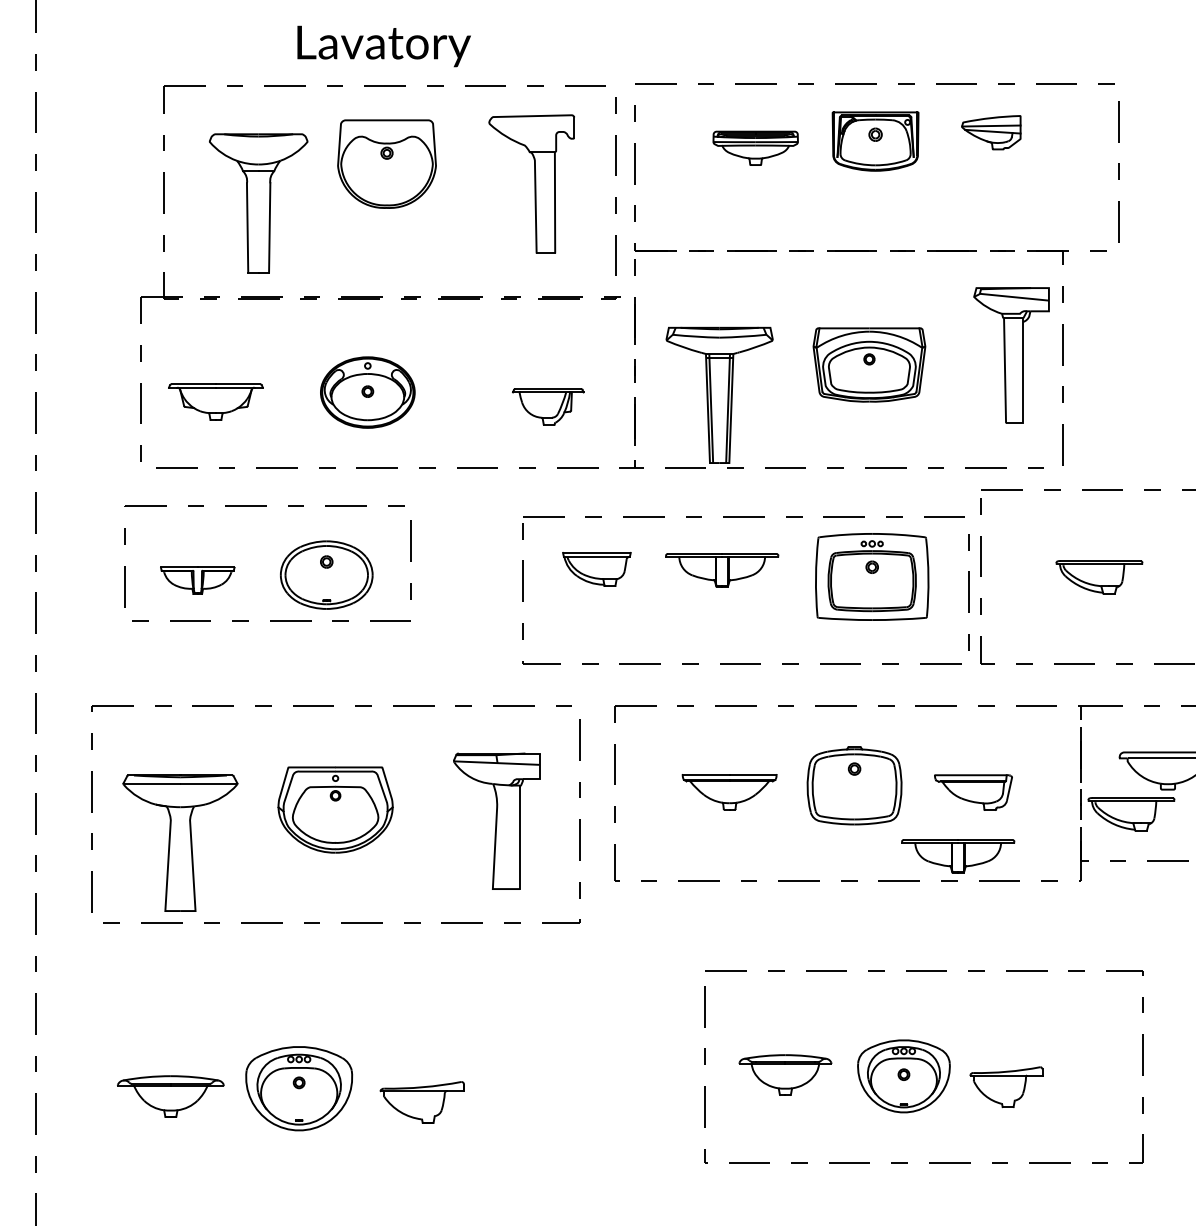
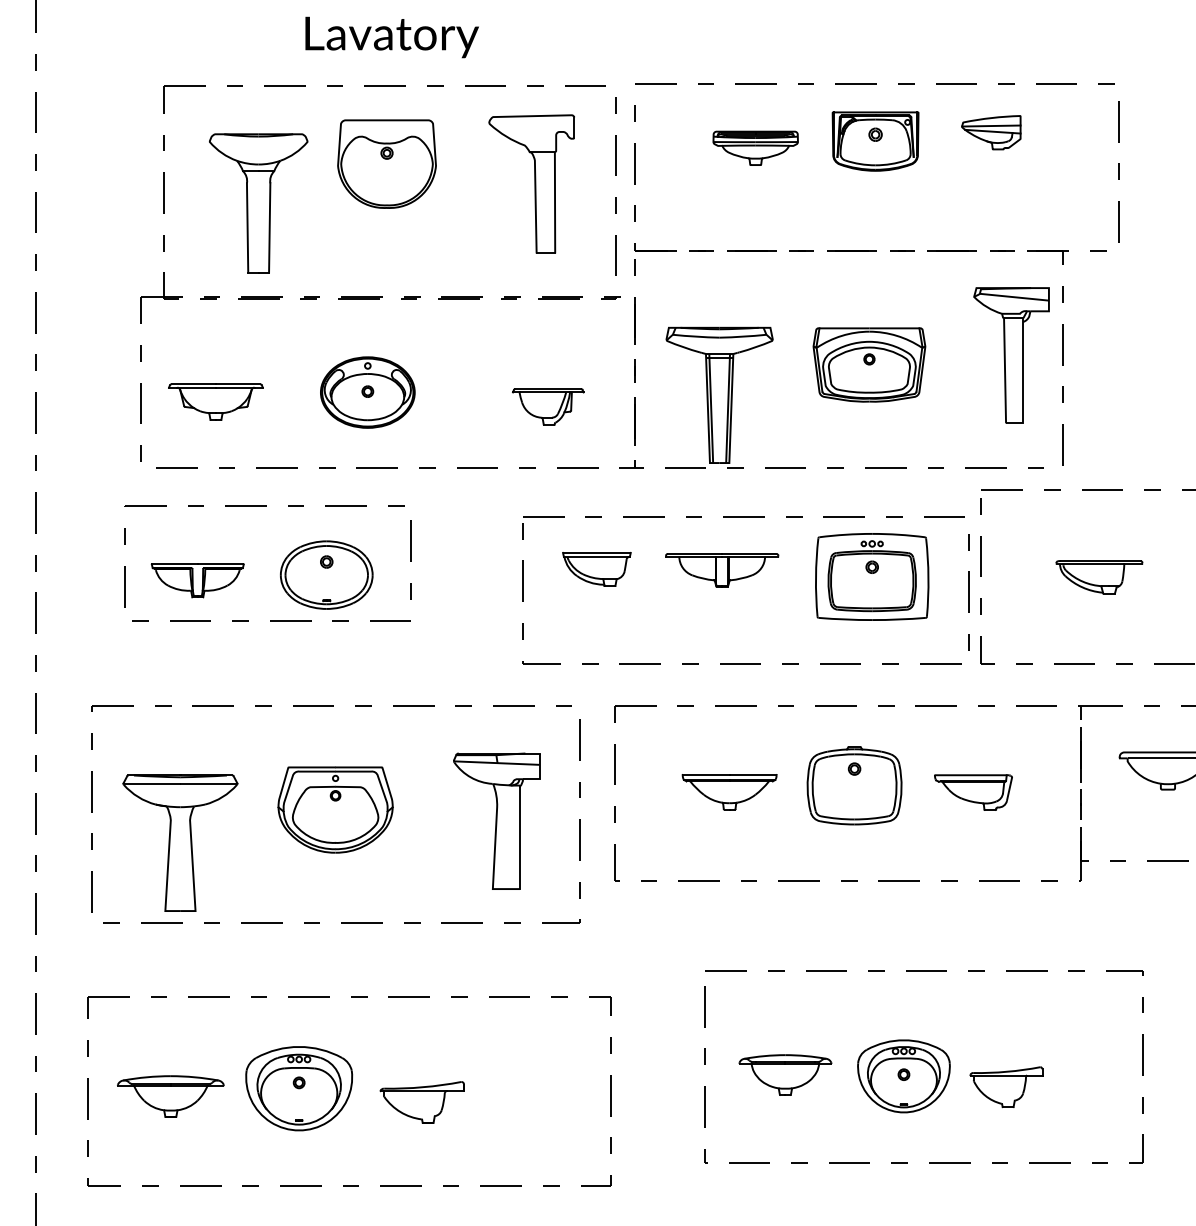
text at (383, 46) position: (383, 46) -> (391, 37)
part at (197, 580) size: 76x29 px -> 95x36 px
part at (1131, 814): present -> none
part at (958, 856): present -> none
part at (349, 1185): none -> present
